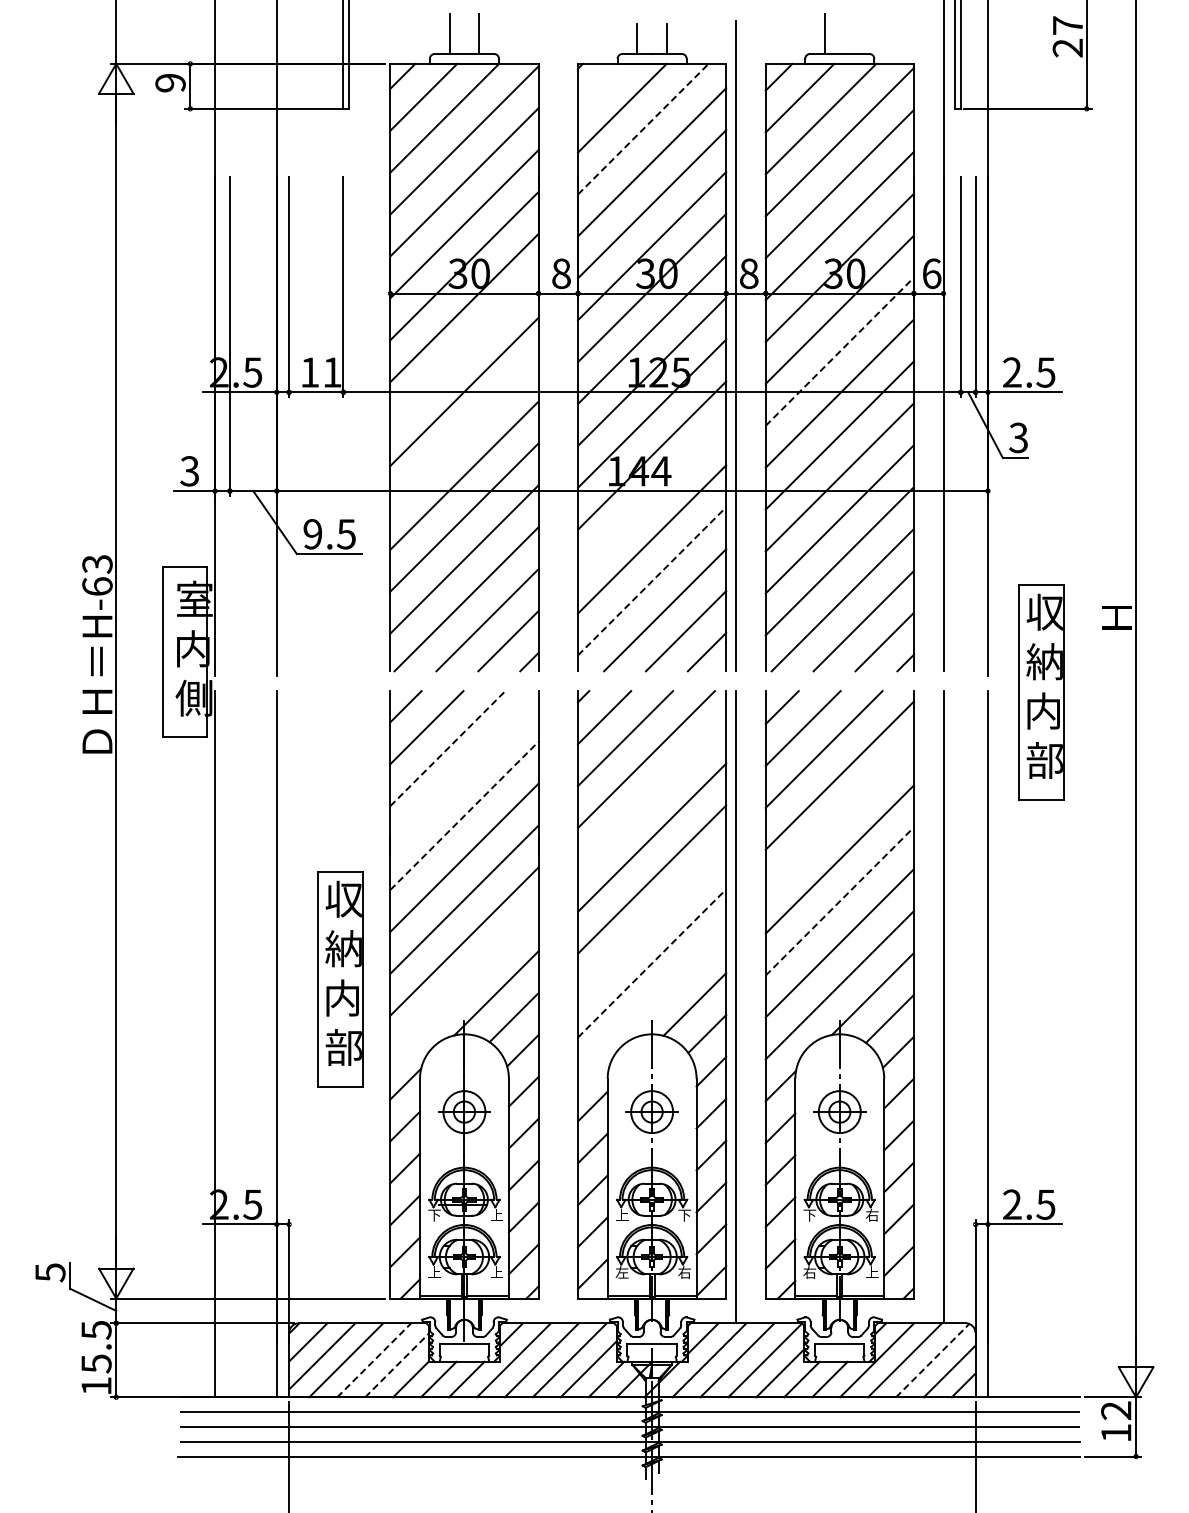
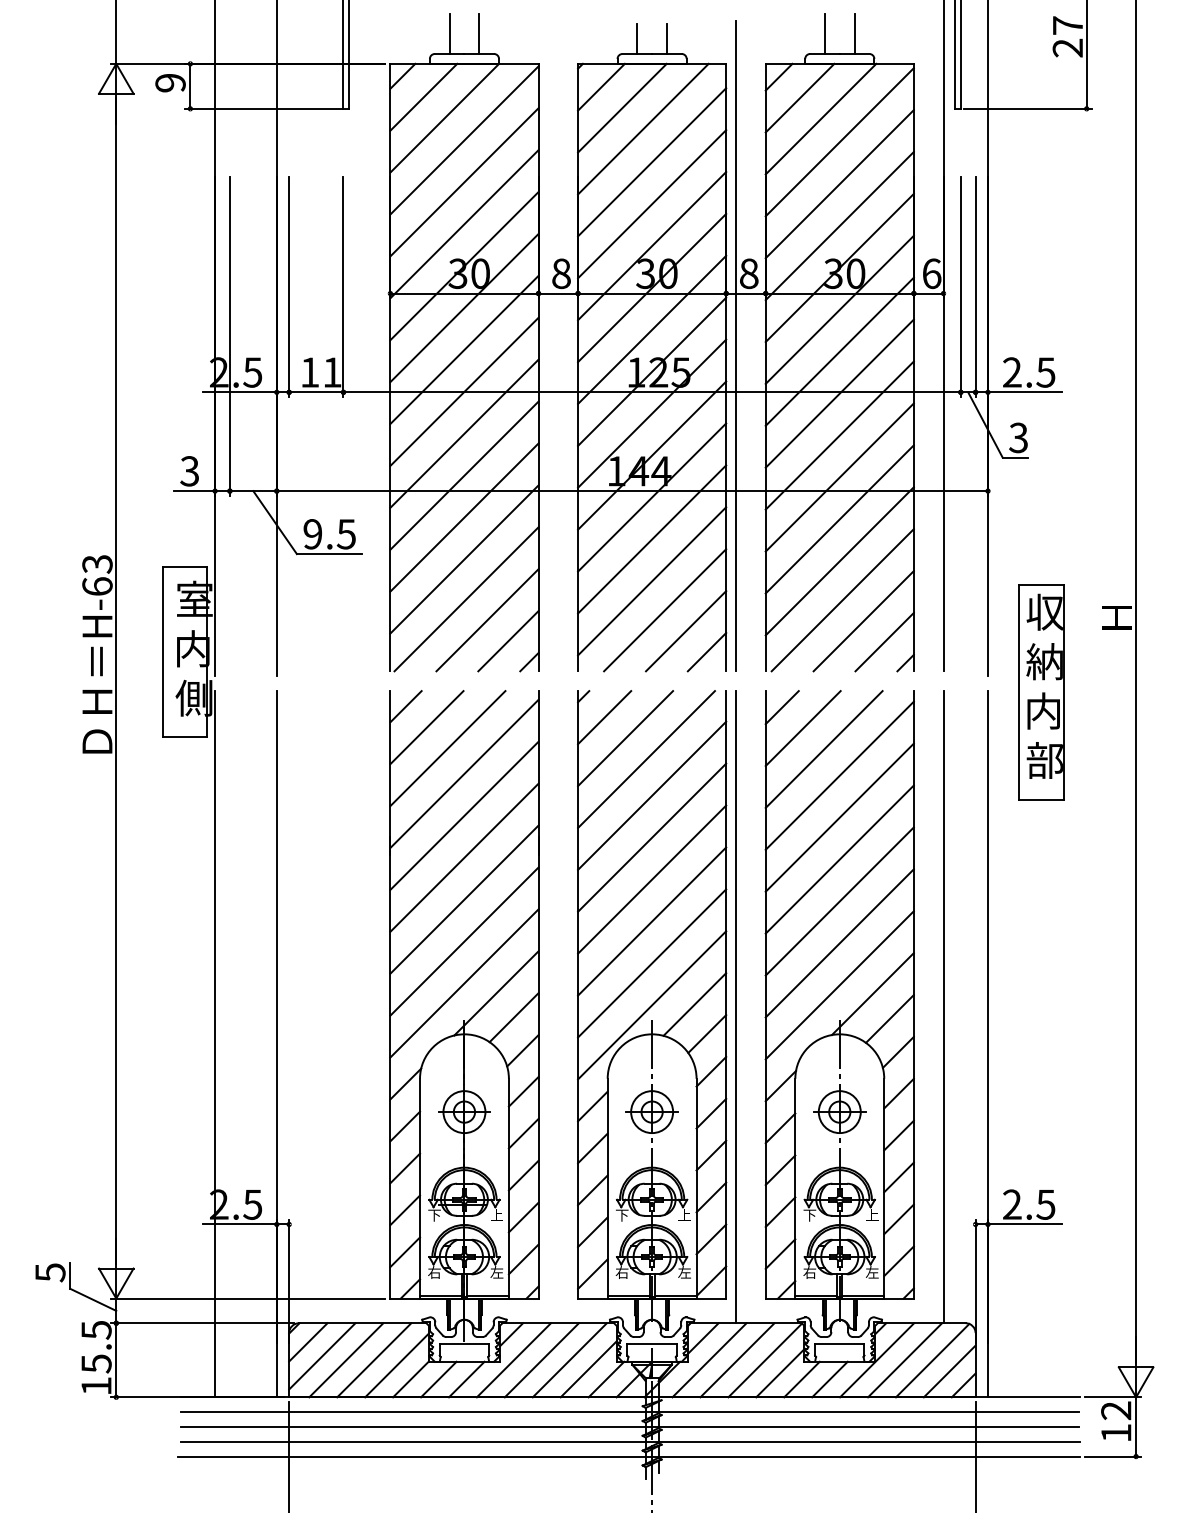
line at (854, 33): none -> present
line at (601, 86): none -> present
line at (643, 128): dashed -> solid
line at (464, 349): none -> present
line at (839, 351): dashed -> solid
line at (464, 433): none -> present
line at (652, 497): none -> present
line at (652, 581): dashed -> solid
line at (448, 748): dashed -> solid
line at (464, 773): none -> present
line at (652, 795): none -> present
line at (464, 815): dashed -> solid
line at (839, 817): none -> present
line at (839, 901): dashed -> solid
line at (652, 921): none -> present
line at (652, 963): dashed -> solid
part at (340, 979): present -> none
line at (464, 983): none -> present
line at (652, 1005): none -> present
text at (872, 1214): 右 -> 上
text at (622, 1215): 上 -> 下
text at (684, 1215): 下 -> 上
text at (434, 1272): 上 -> 右
text at (496, 1272): 上 -> 左
text at (621, 1272): 左 -> 右
text at (684, 1272): 右 -> 左
text at (871, 1272): 上 -> 左
line at (374, 1359): dashed -> solid
line at (932, 1360): dashed -> solid
line at (397, 1365): dashed -> solid
